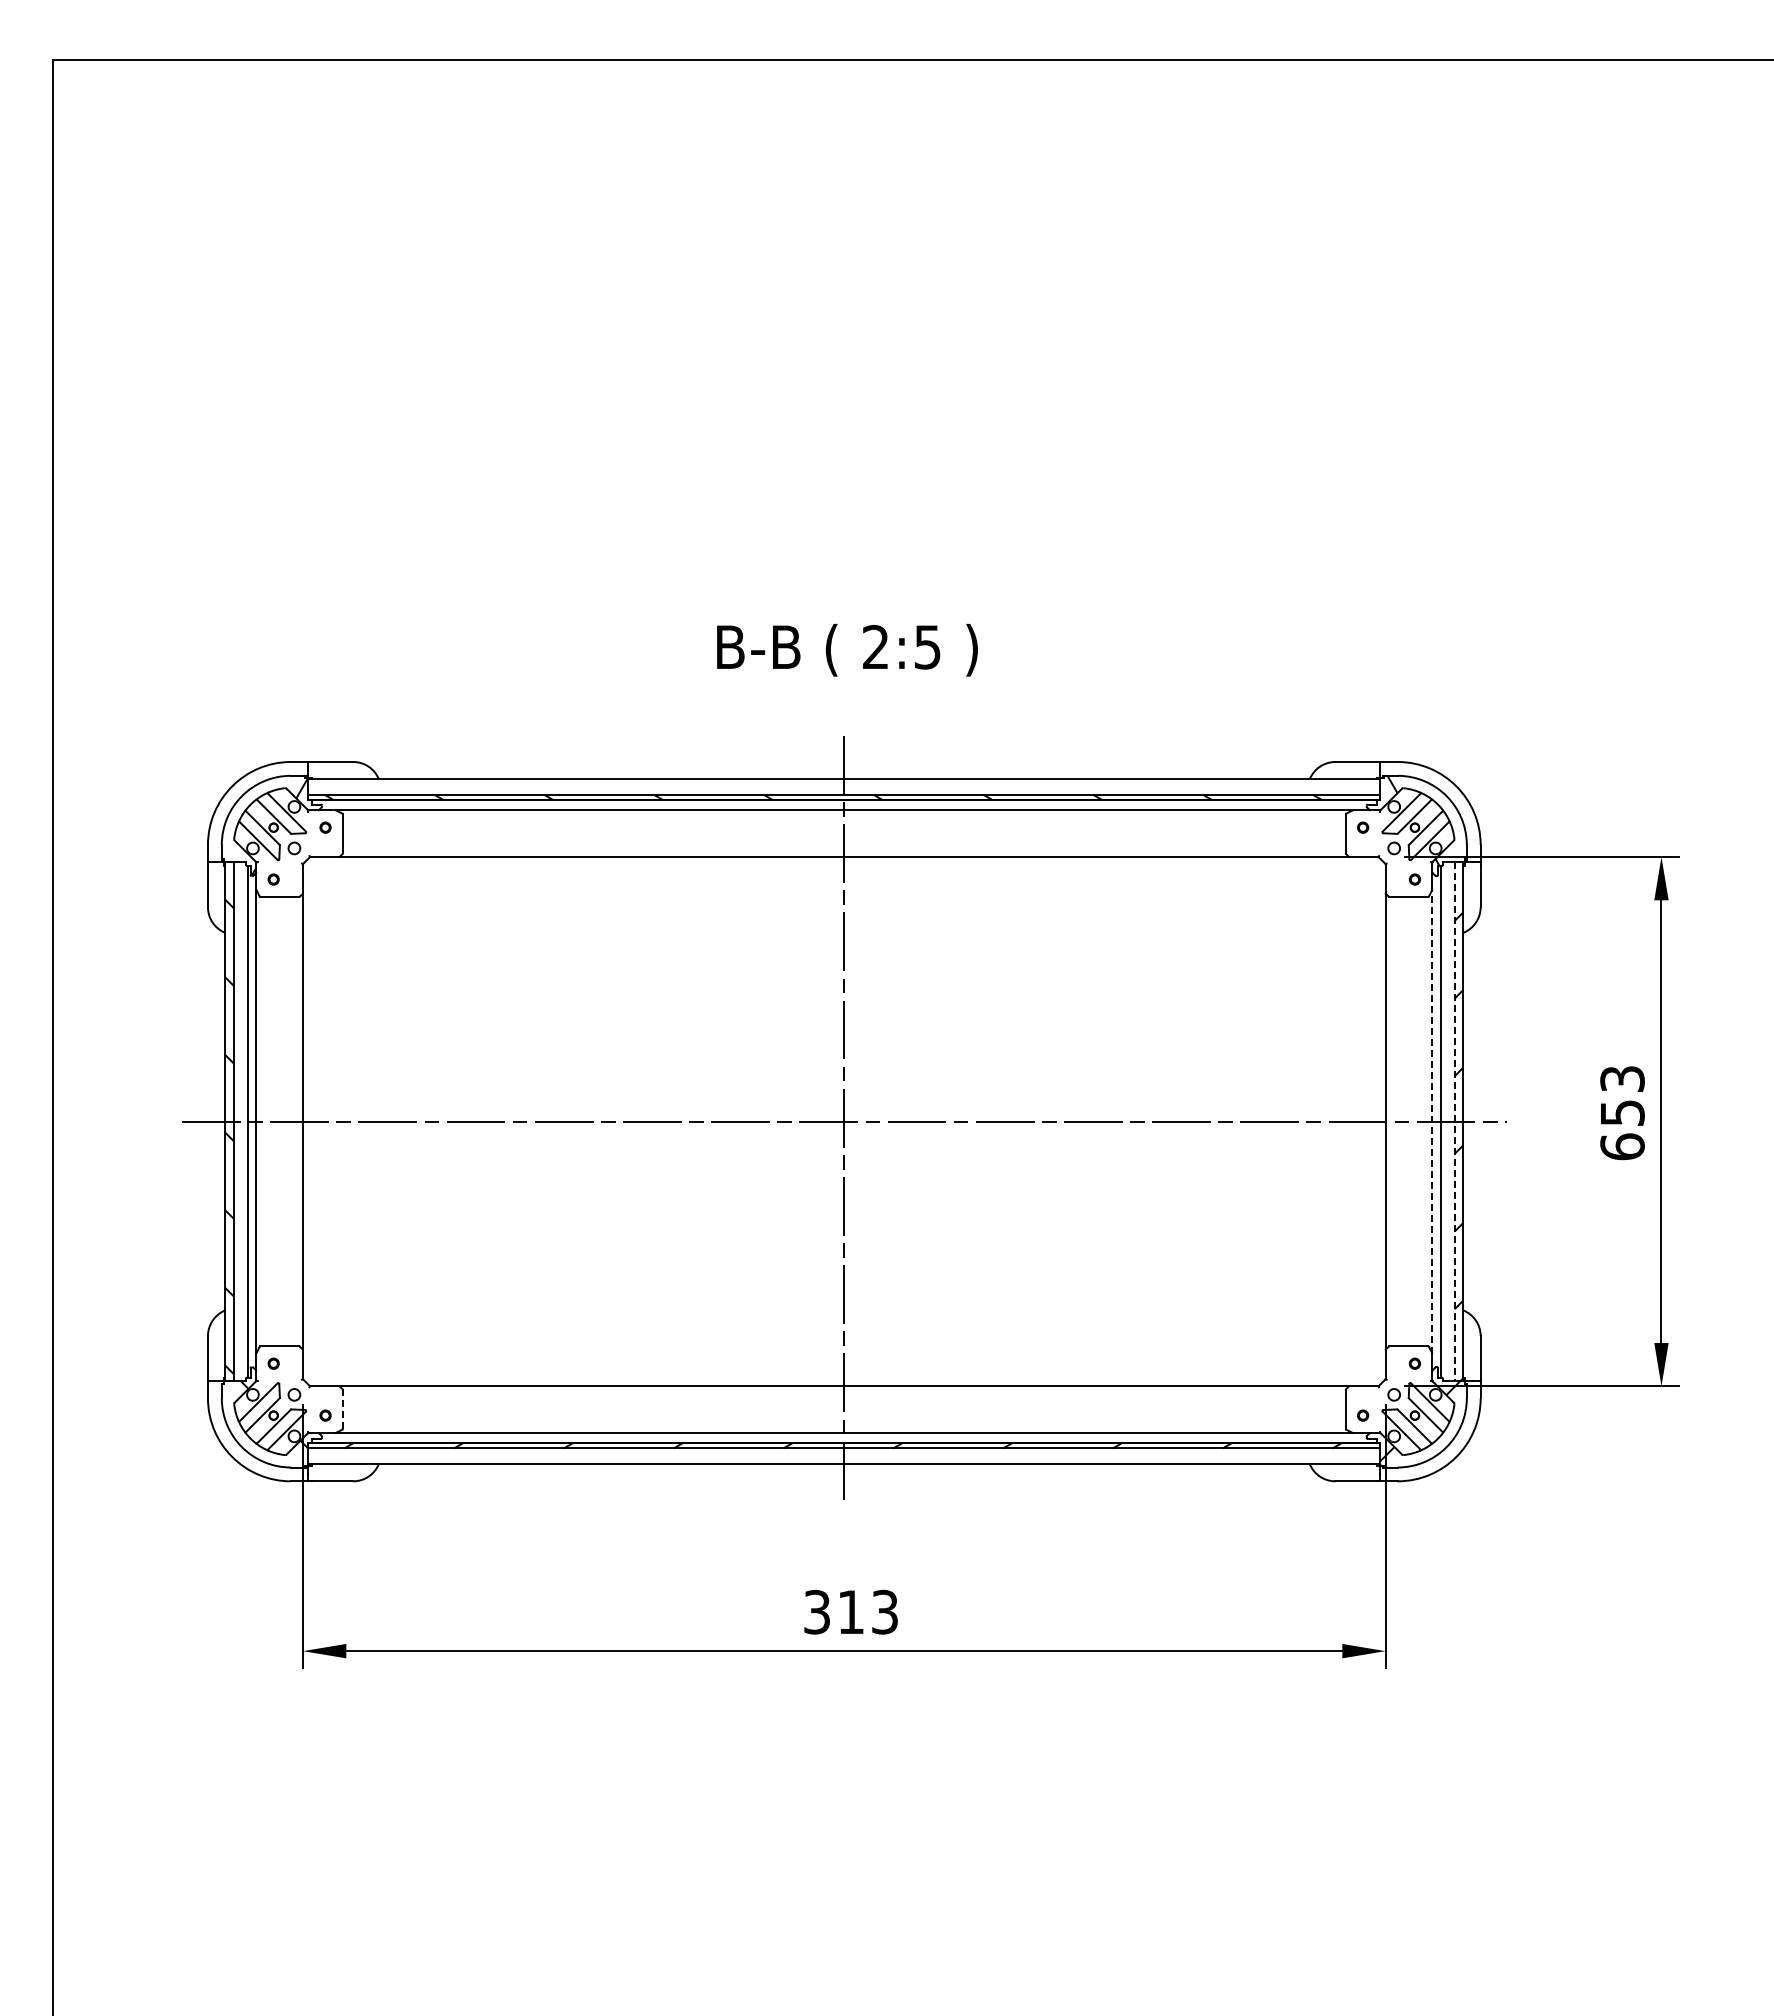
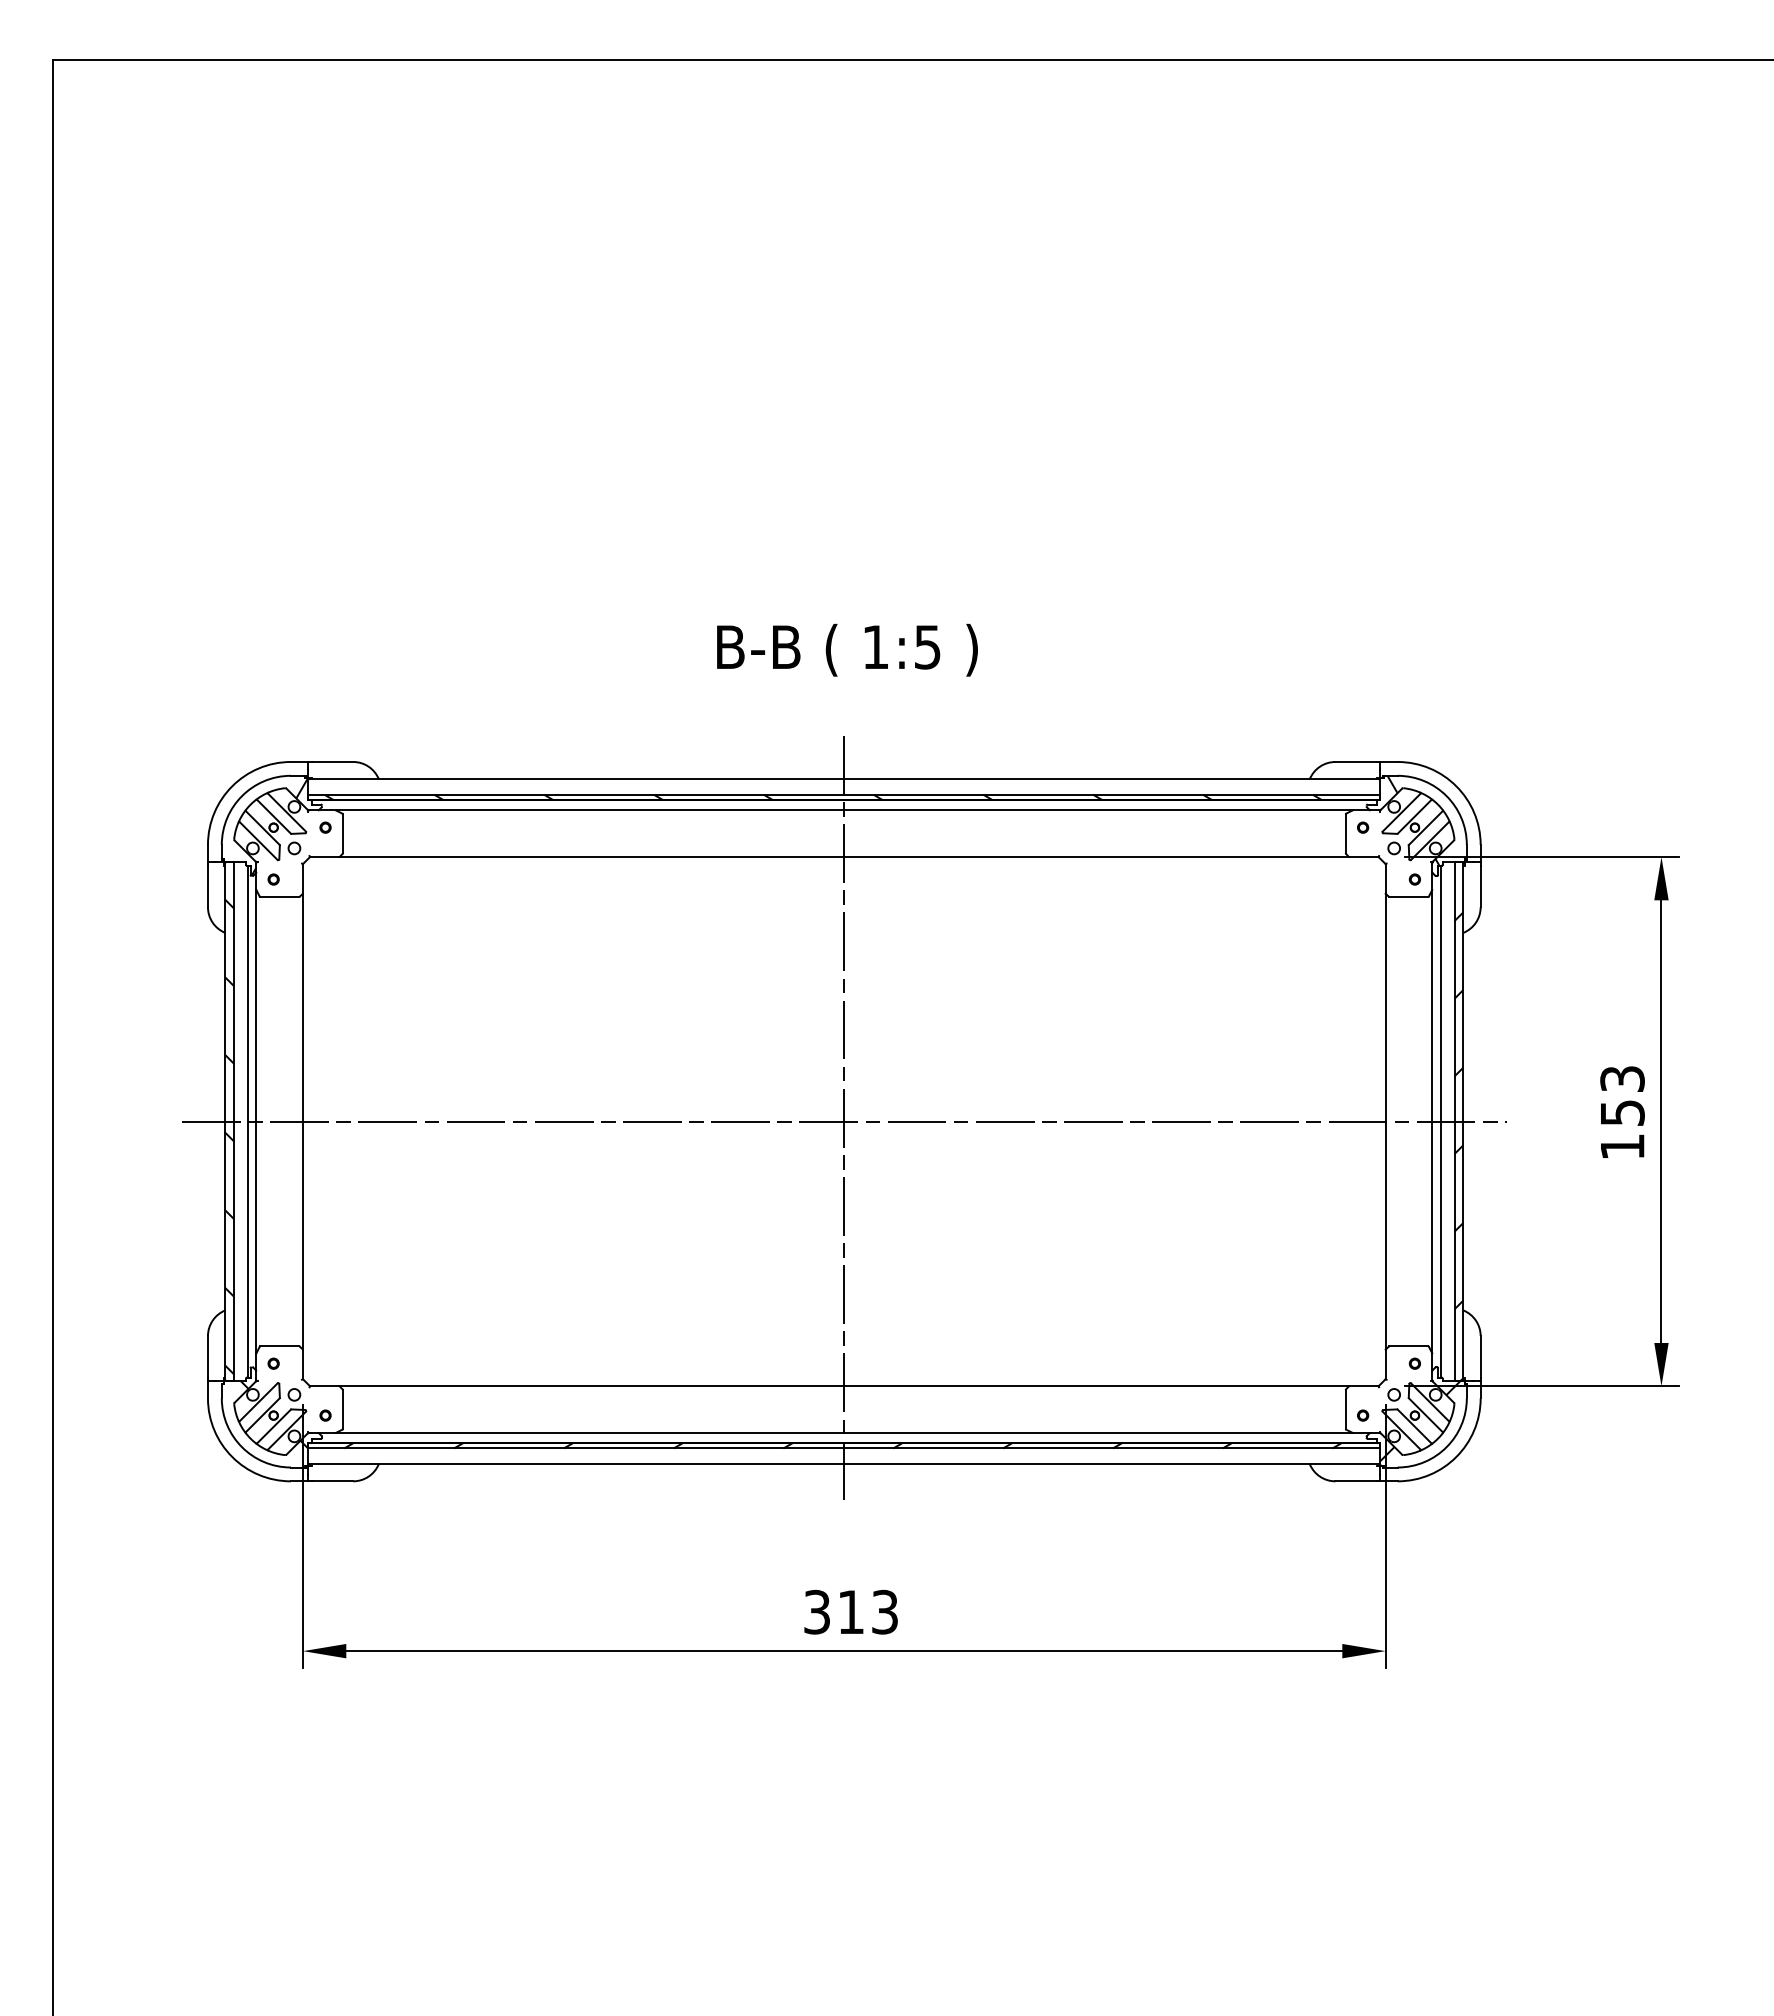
text at (875, 646): 2:5 -> 1:5
line at (1432, 1121): dashed -> solid
line at (1454, 1122): dashed -> solid
text at (1622, 1146): 653 -> 153
line at (342, 1408): dashed -> solid
